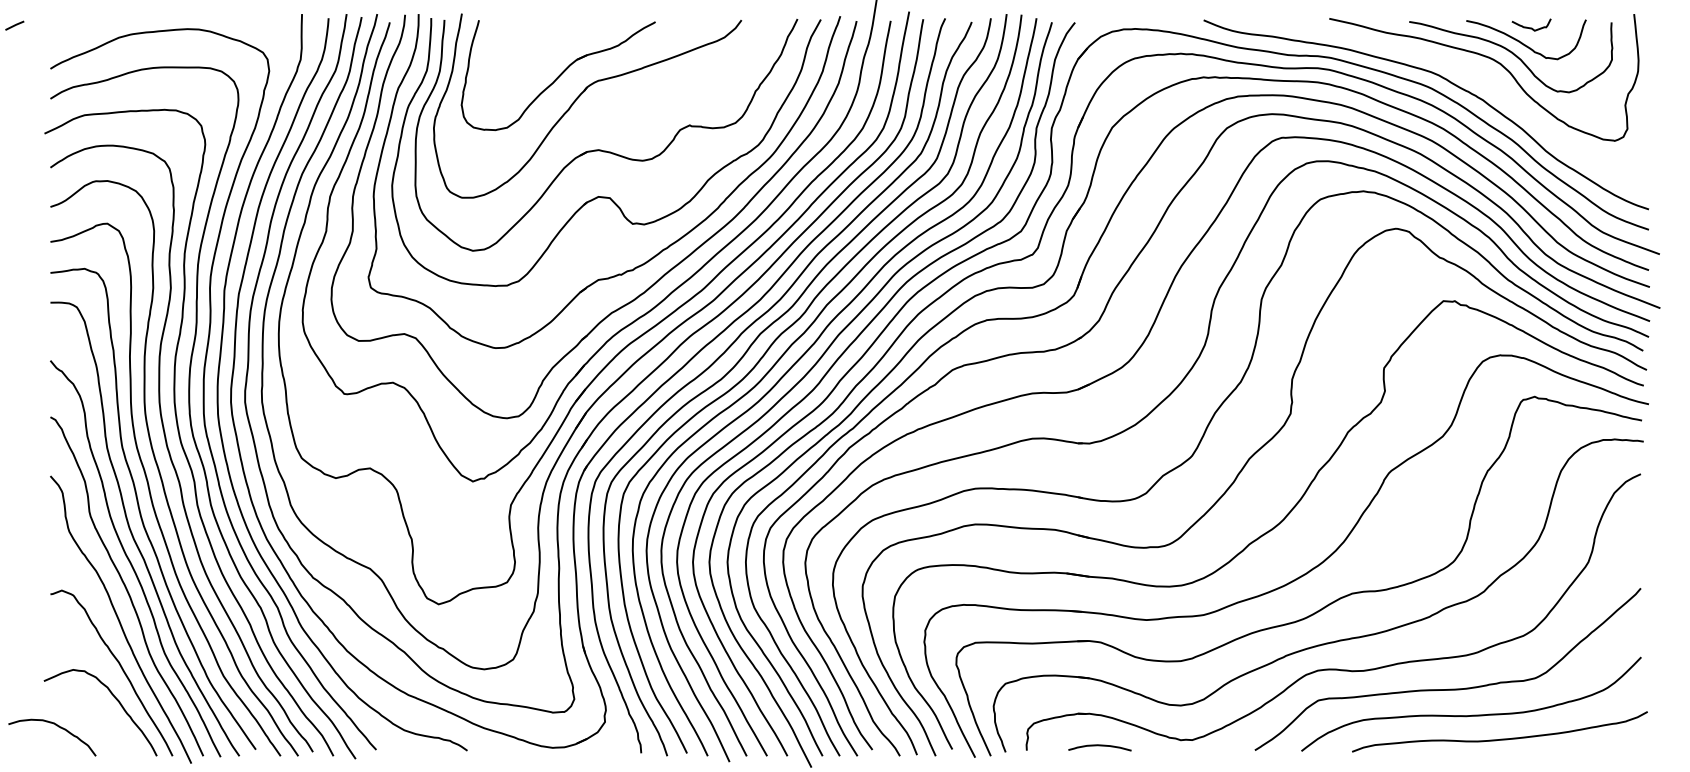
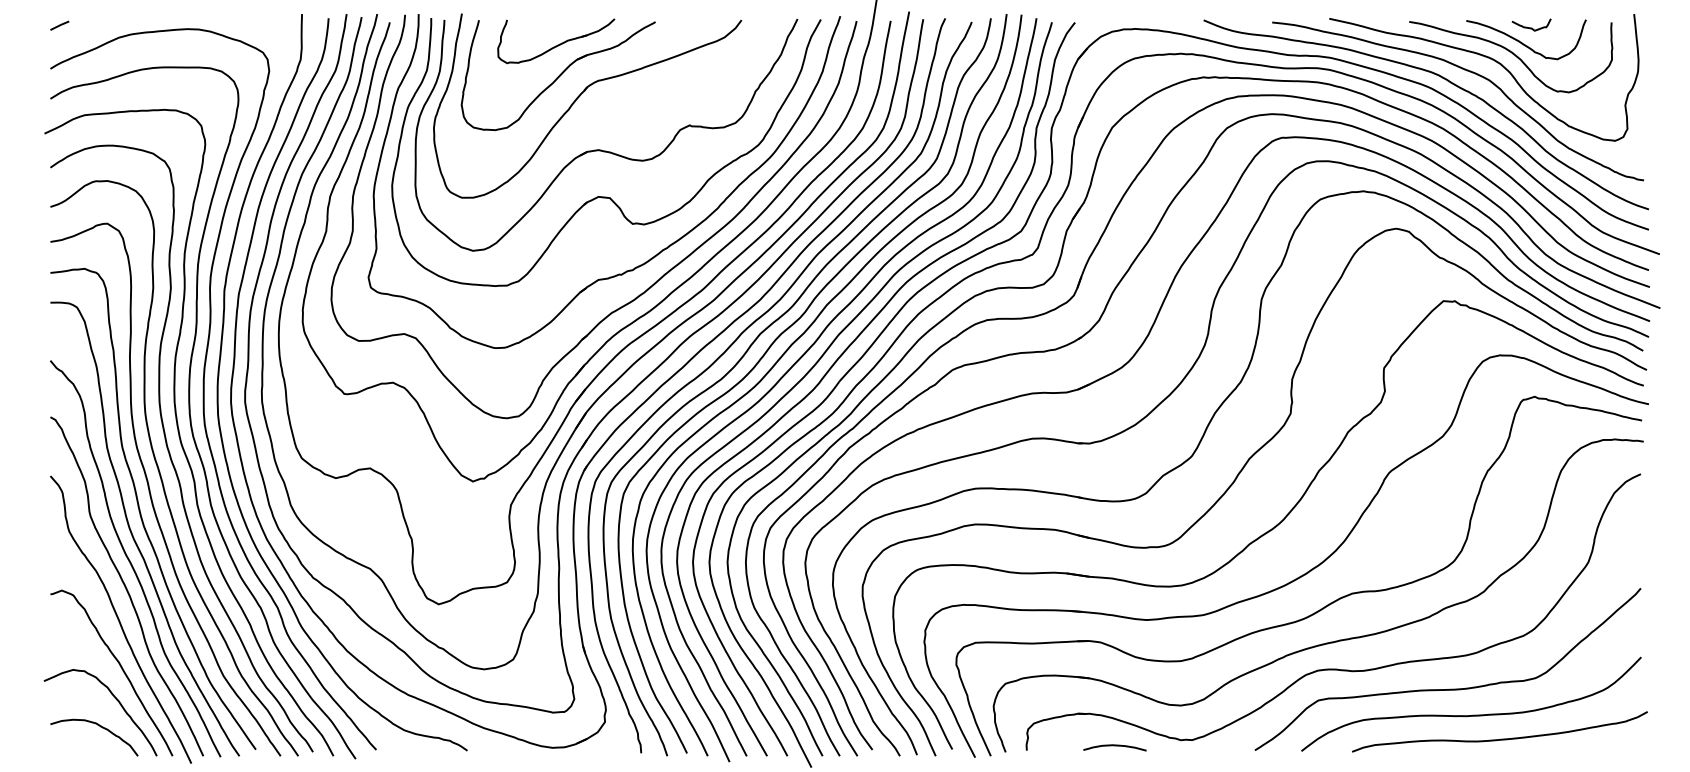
line at (14, 25) position: (14, 25) -> (59, 25)
part at (556, 41): none -> present
curve at (1469, 72): none -> present
curve at (58, 727) position: (58, 727) -> (100, 727)
curve at (1099, 746) position: (1099, 746) -> (1114, 746)
